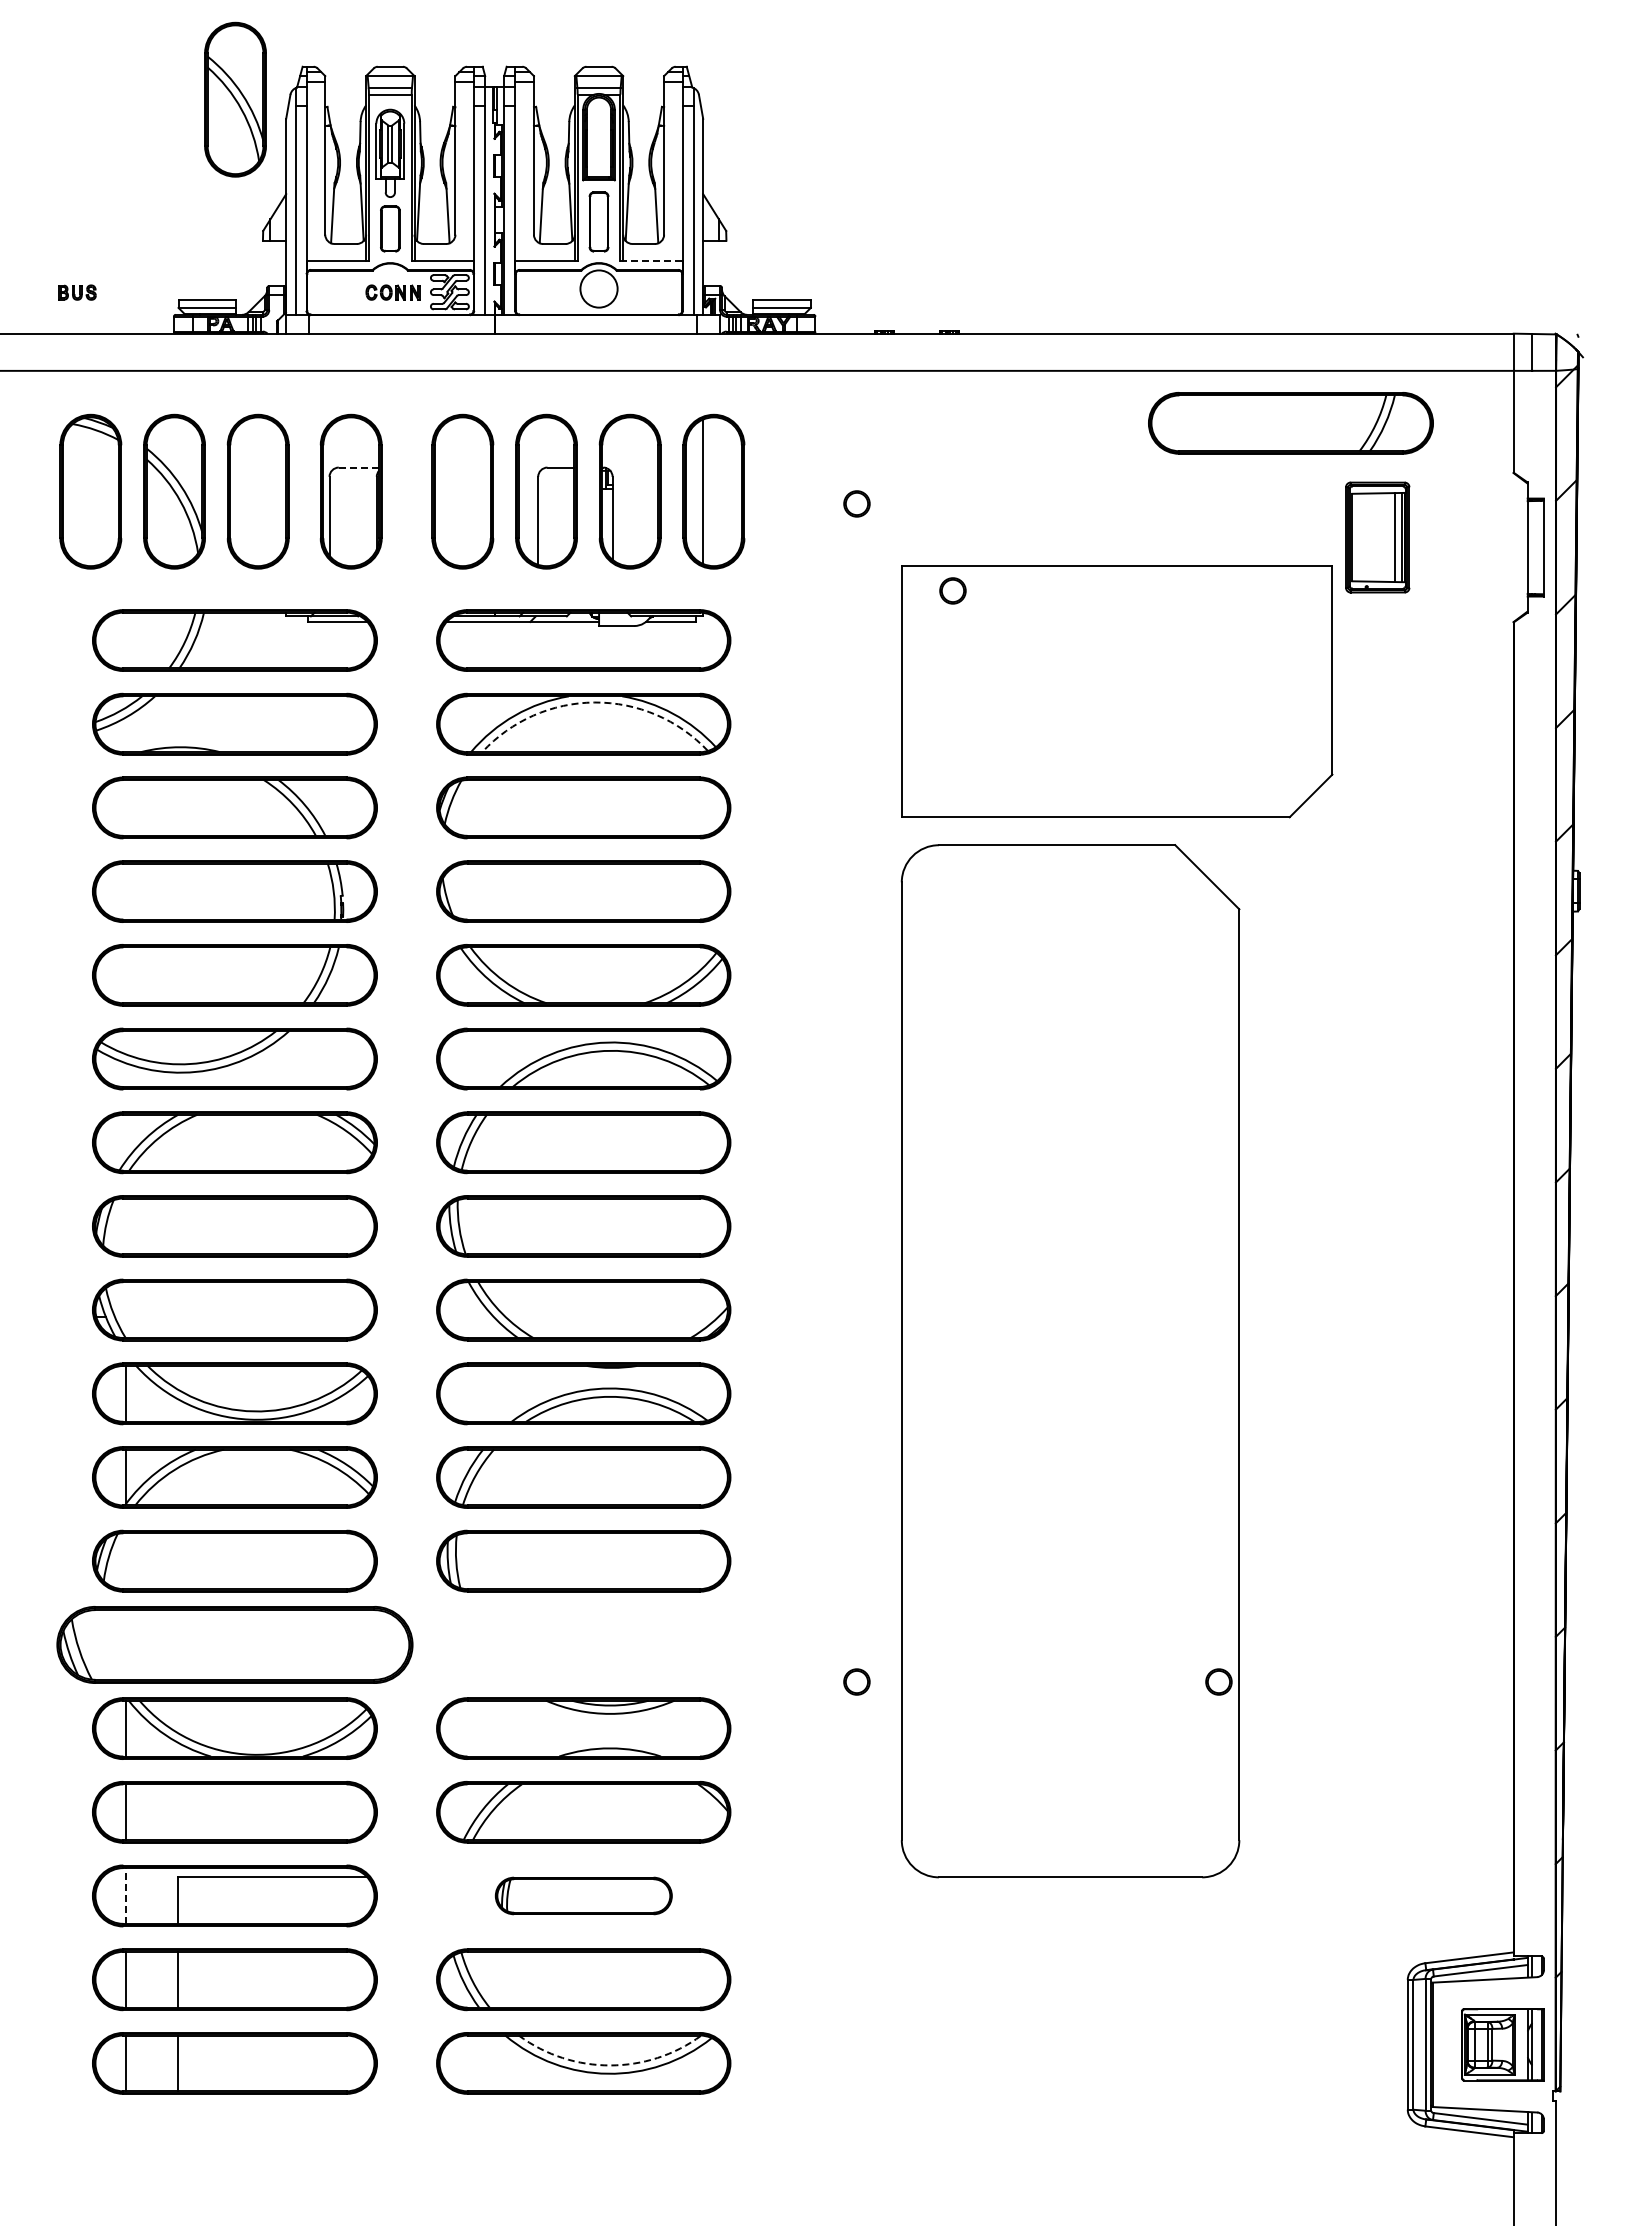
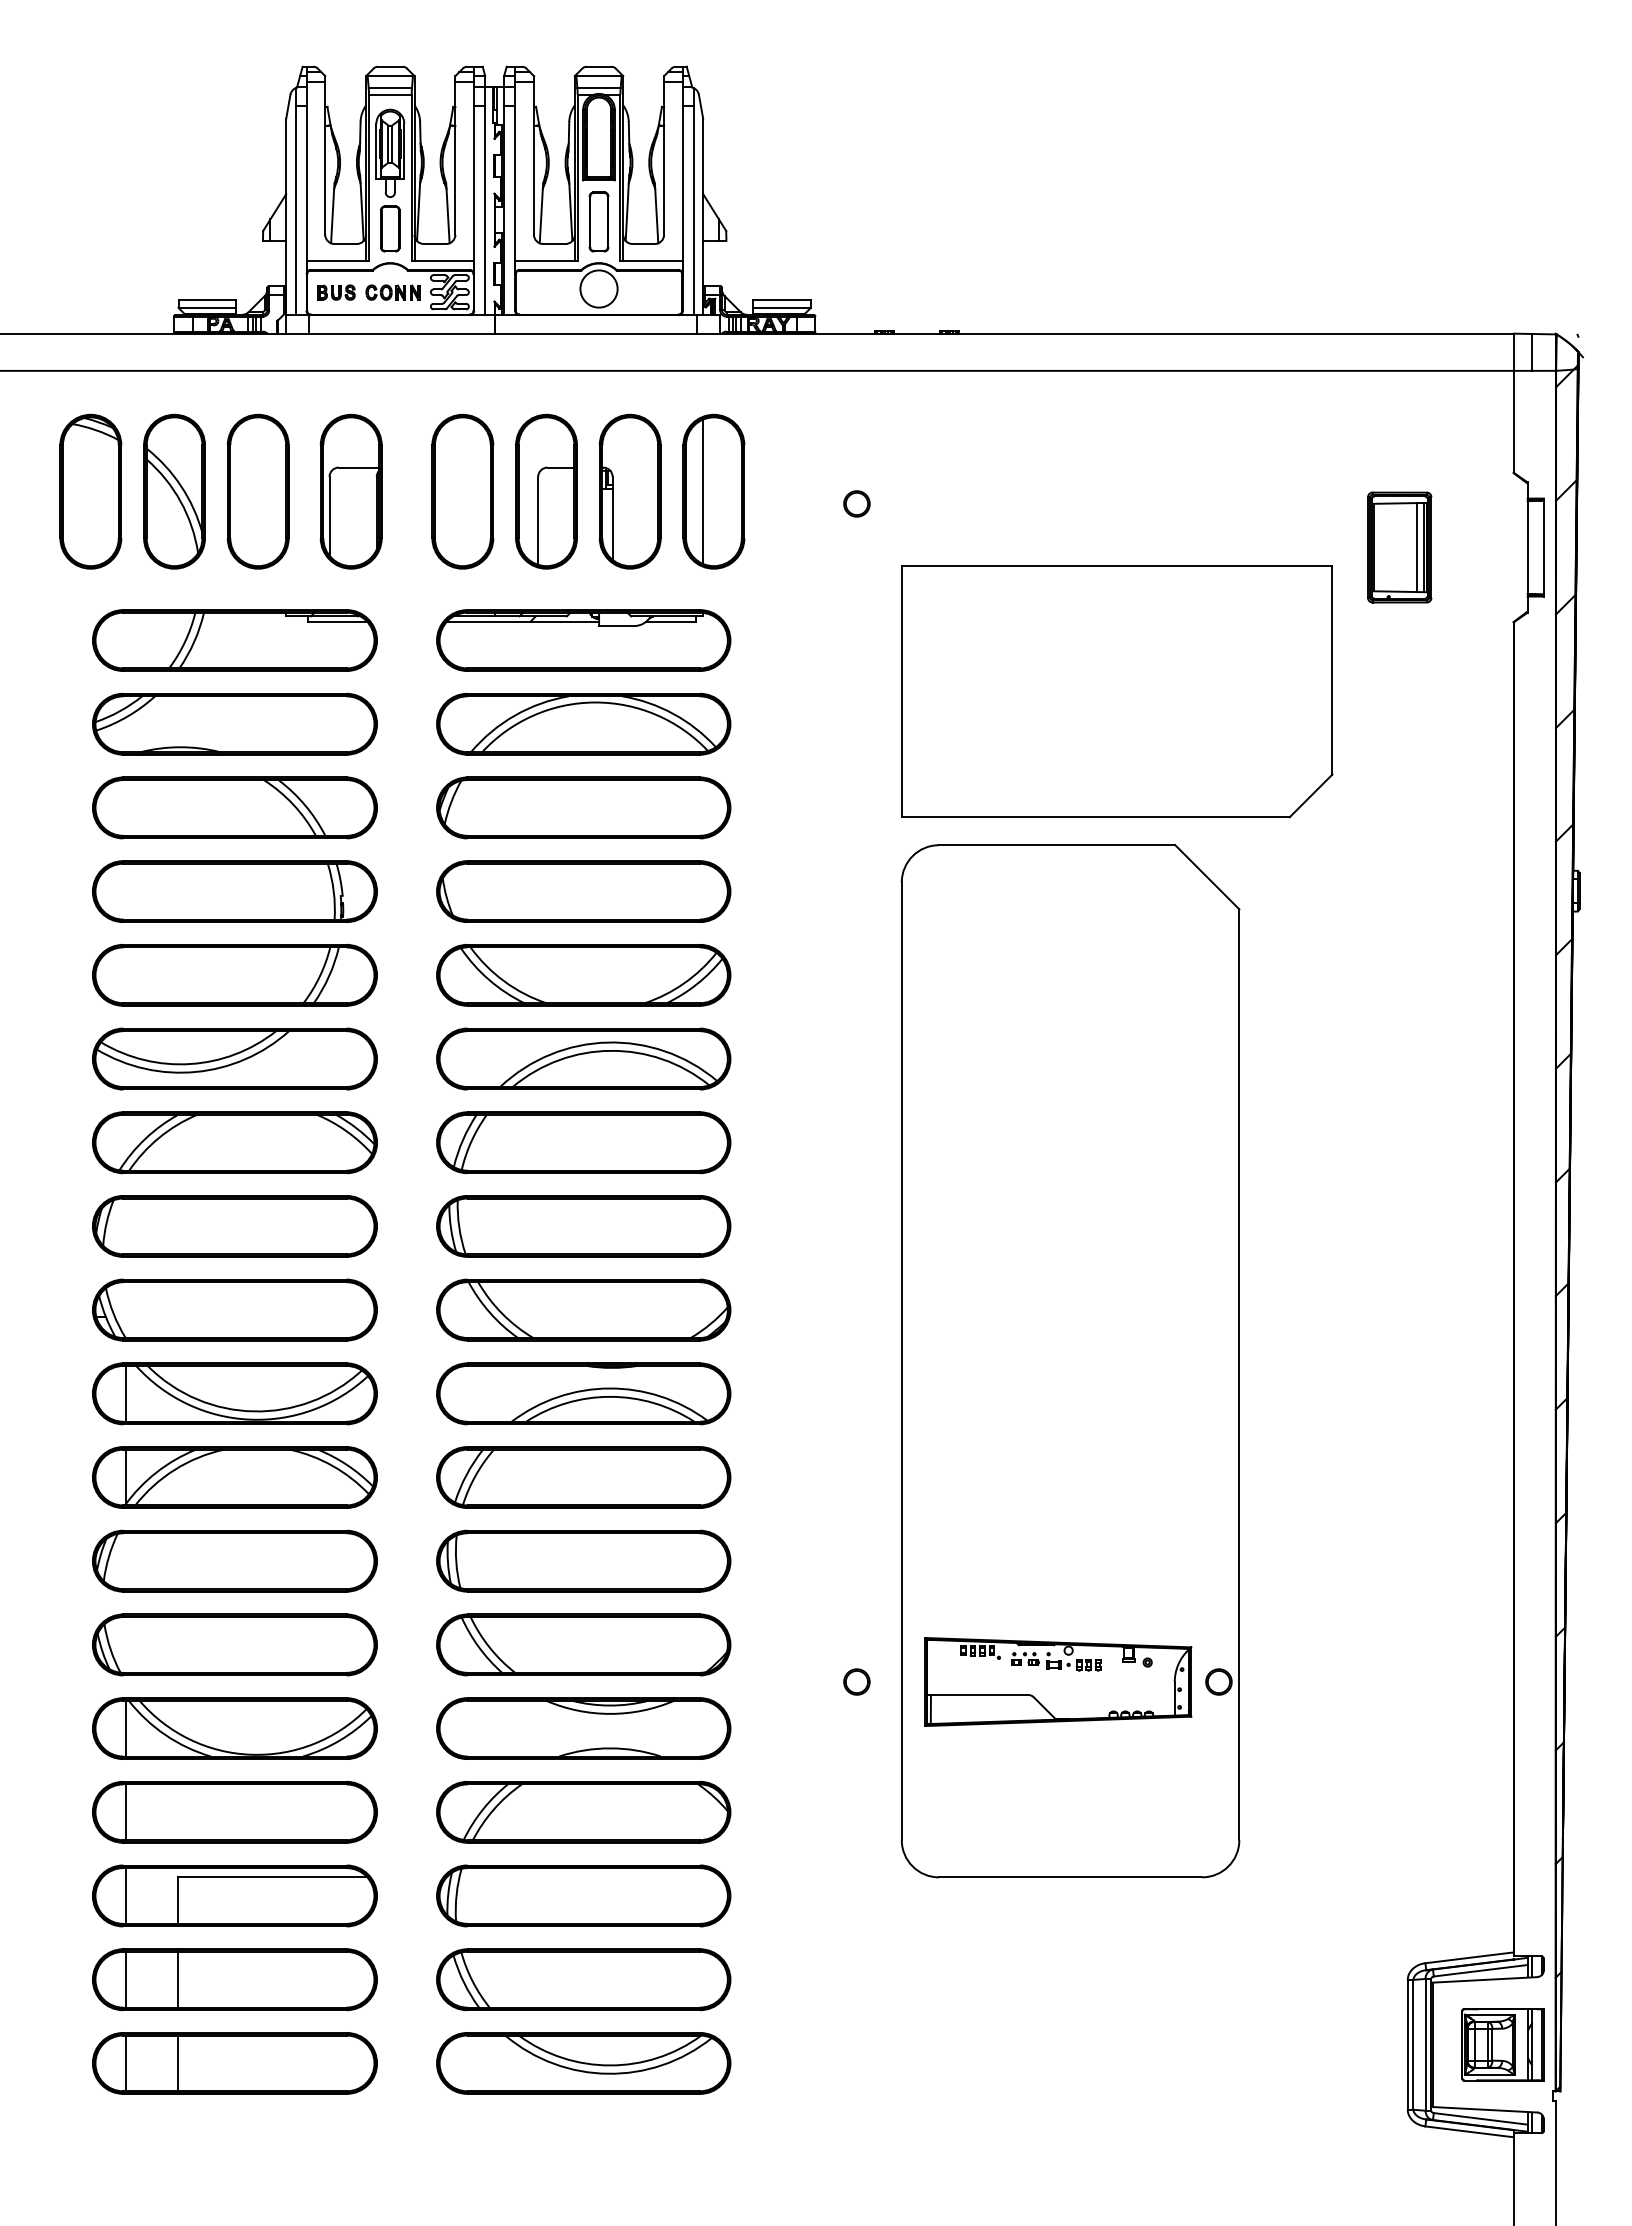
part at (235, 99): present -> none
line at (652, 260): dashed -> solid
part at (77, 292) position: (77, 292) -> (336, 292)
part at (1290, 423): present -> none
line at (358, 467): dashed -> solid
part at (1377, 537) position: (1377, 537) -> (1399, 547)
circle at (952, 590): present -> none
arc at (594, 702): dashed -> solid
part at (234, 1644) size: 358x78 px -> 286x64 px
part at (583, 1644): none -> present
part at (1058, 1681): none -> present
line at (125, 1895): dashed -> solid
part at (583, 1895) size: 179x40 px -> 296x64 px
arc at (610, 2065): dashed -> solid
